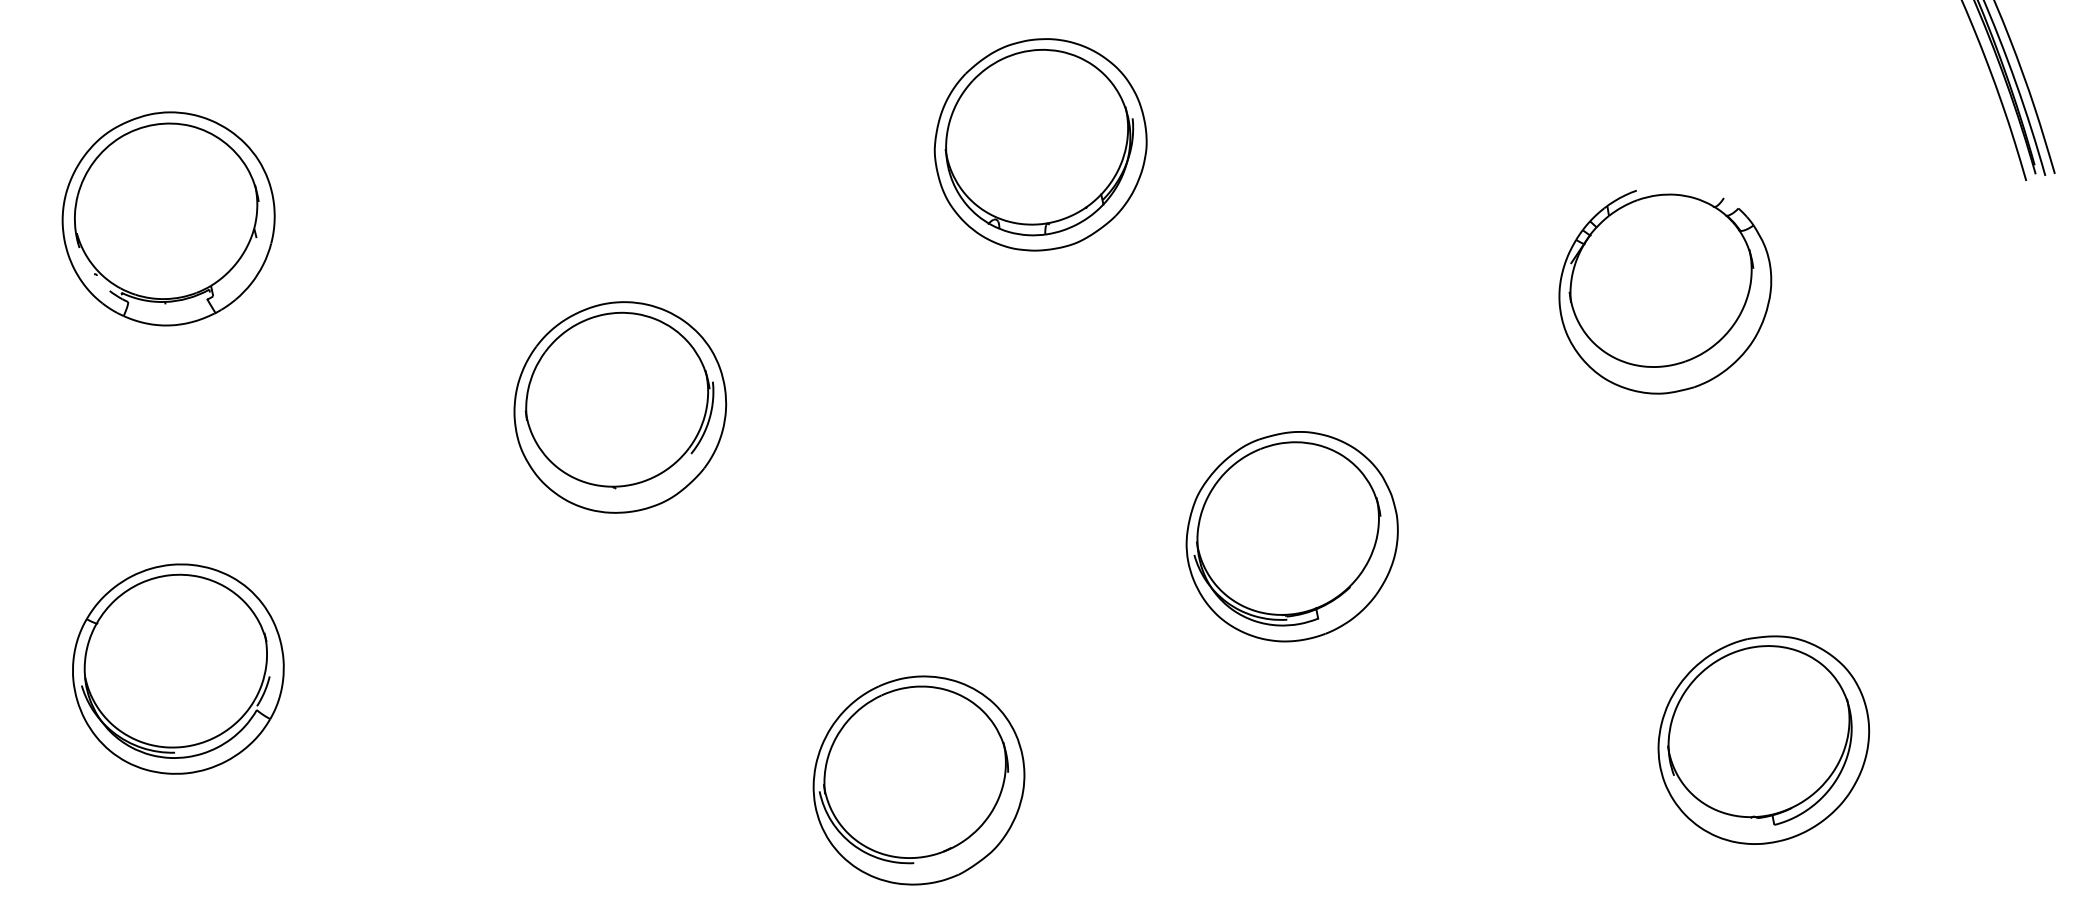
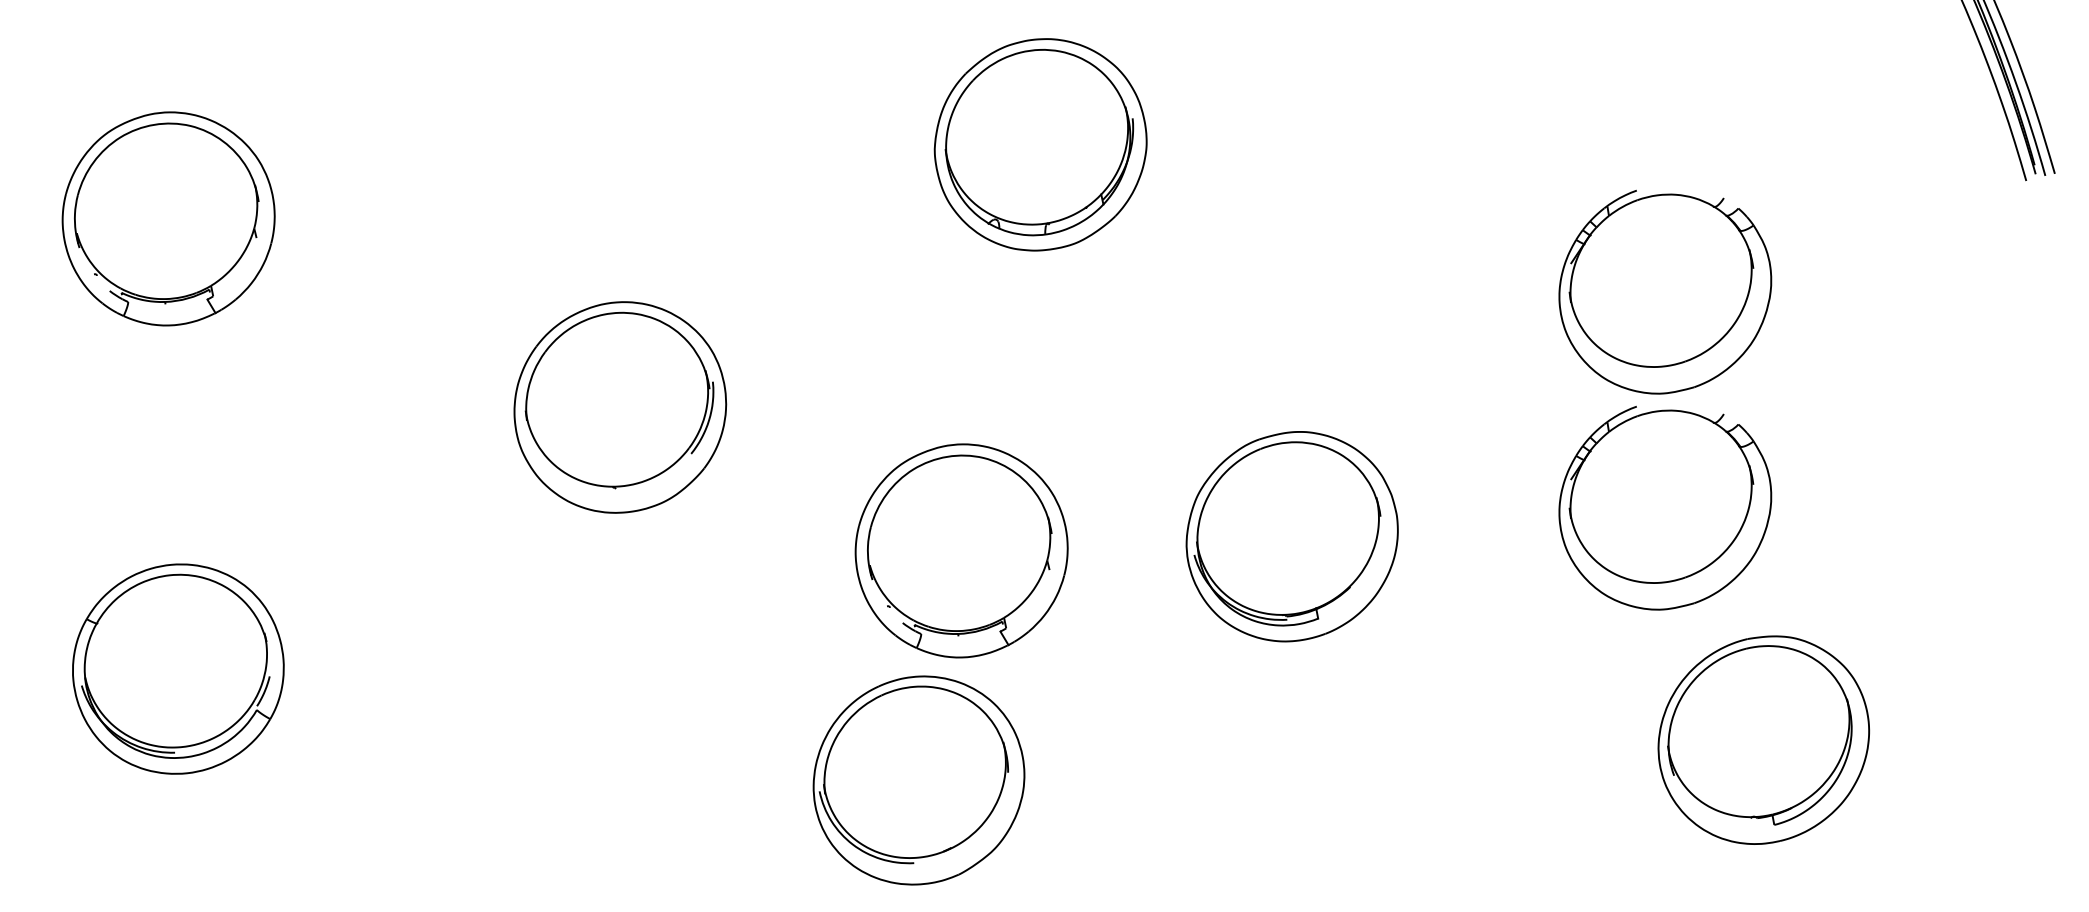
part at (1665, 507): none -> present
part at (961, 550): none -> present
